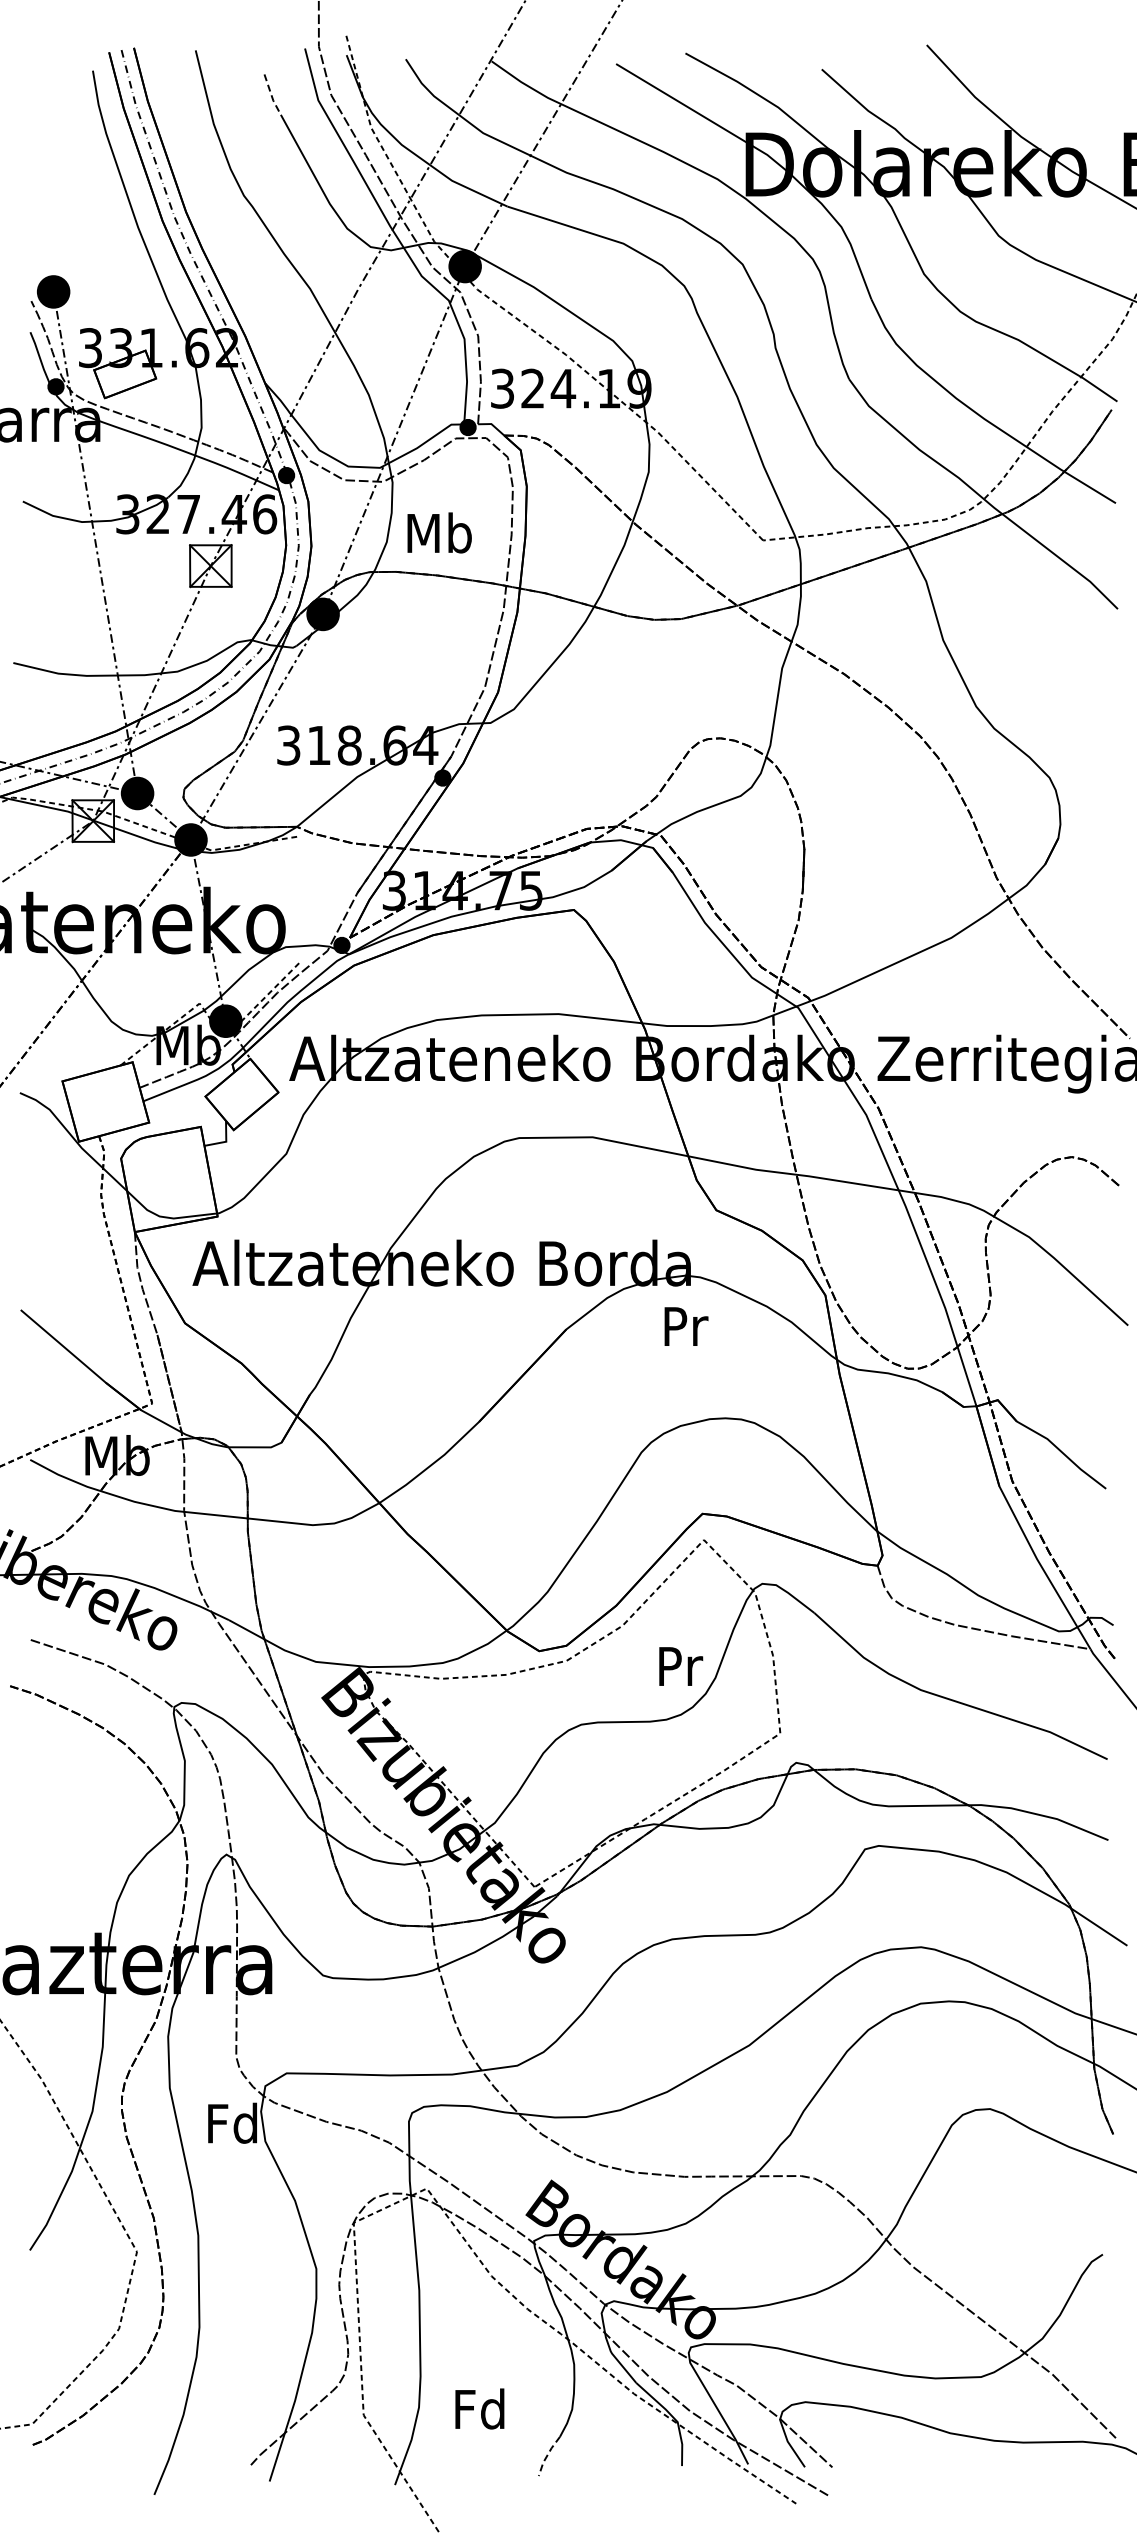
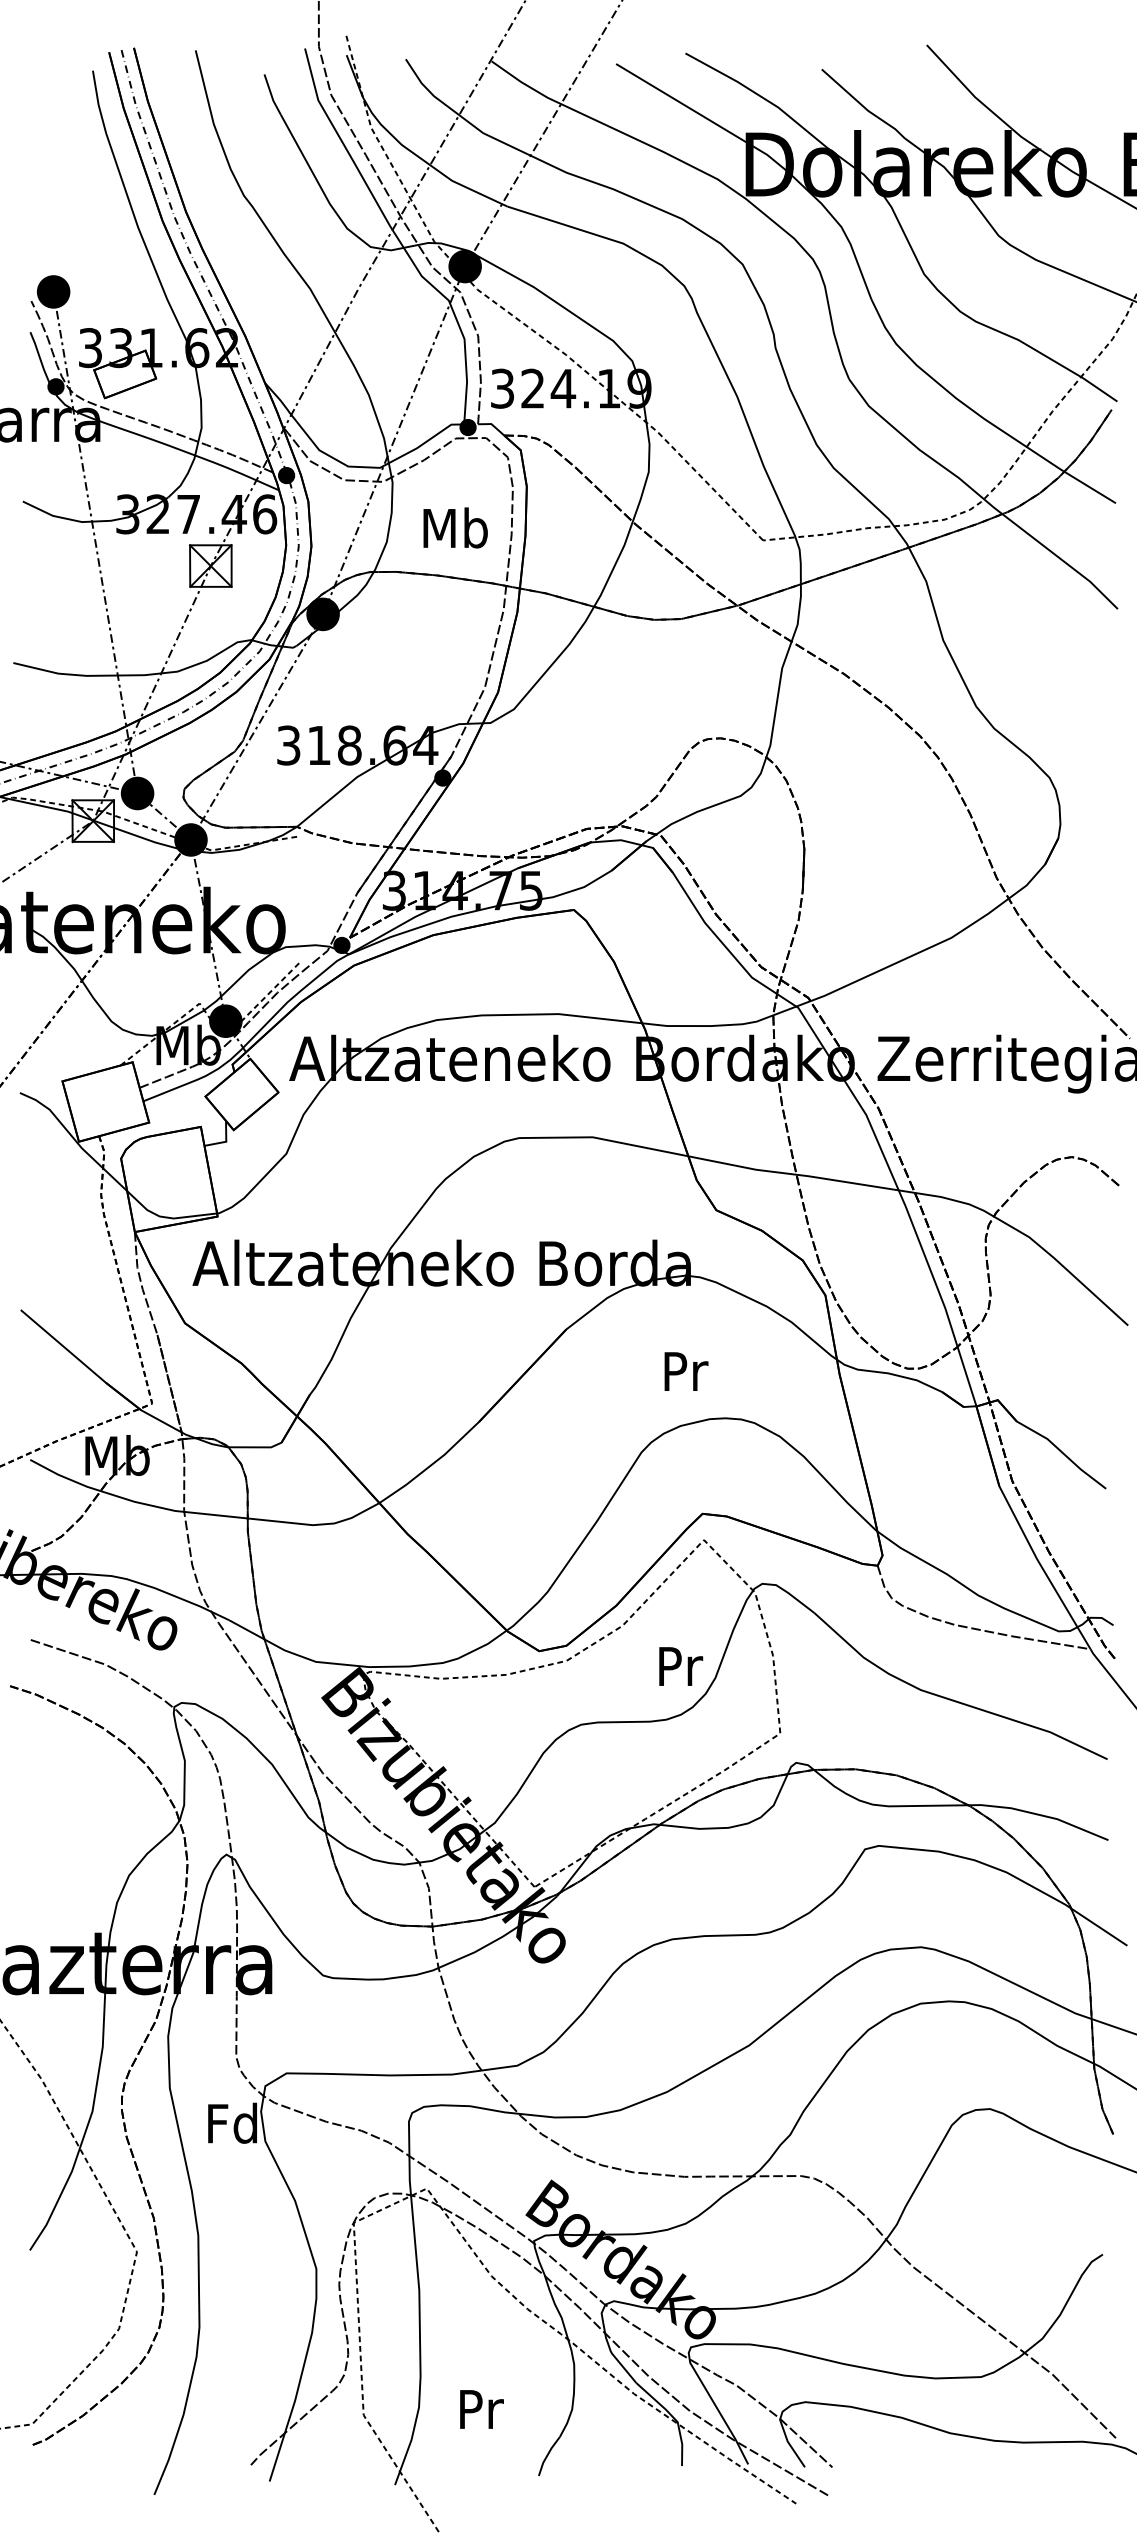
line at (271, 96): dashed -> solid
text at (439, 532) position: (439, 532) -> (455, 527)
text at (686, 1326) position: (686, 1326) -> (686, 1371)
text at (479, 2408): Fd -> Pr
line at (547, 2455): dashed -> solid
